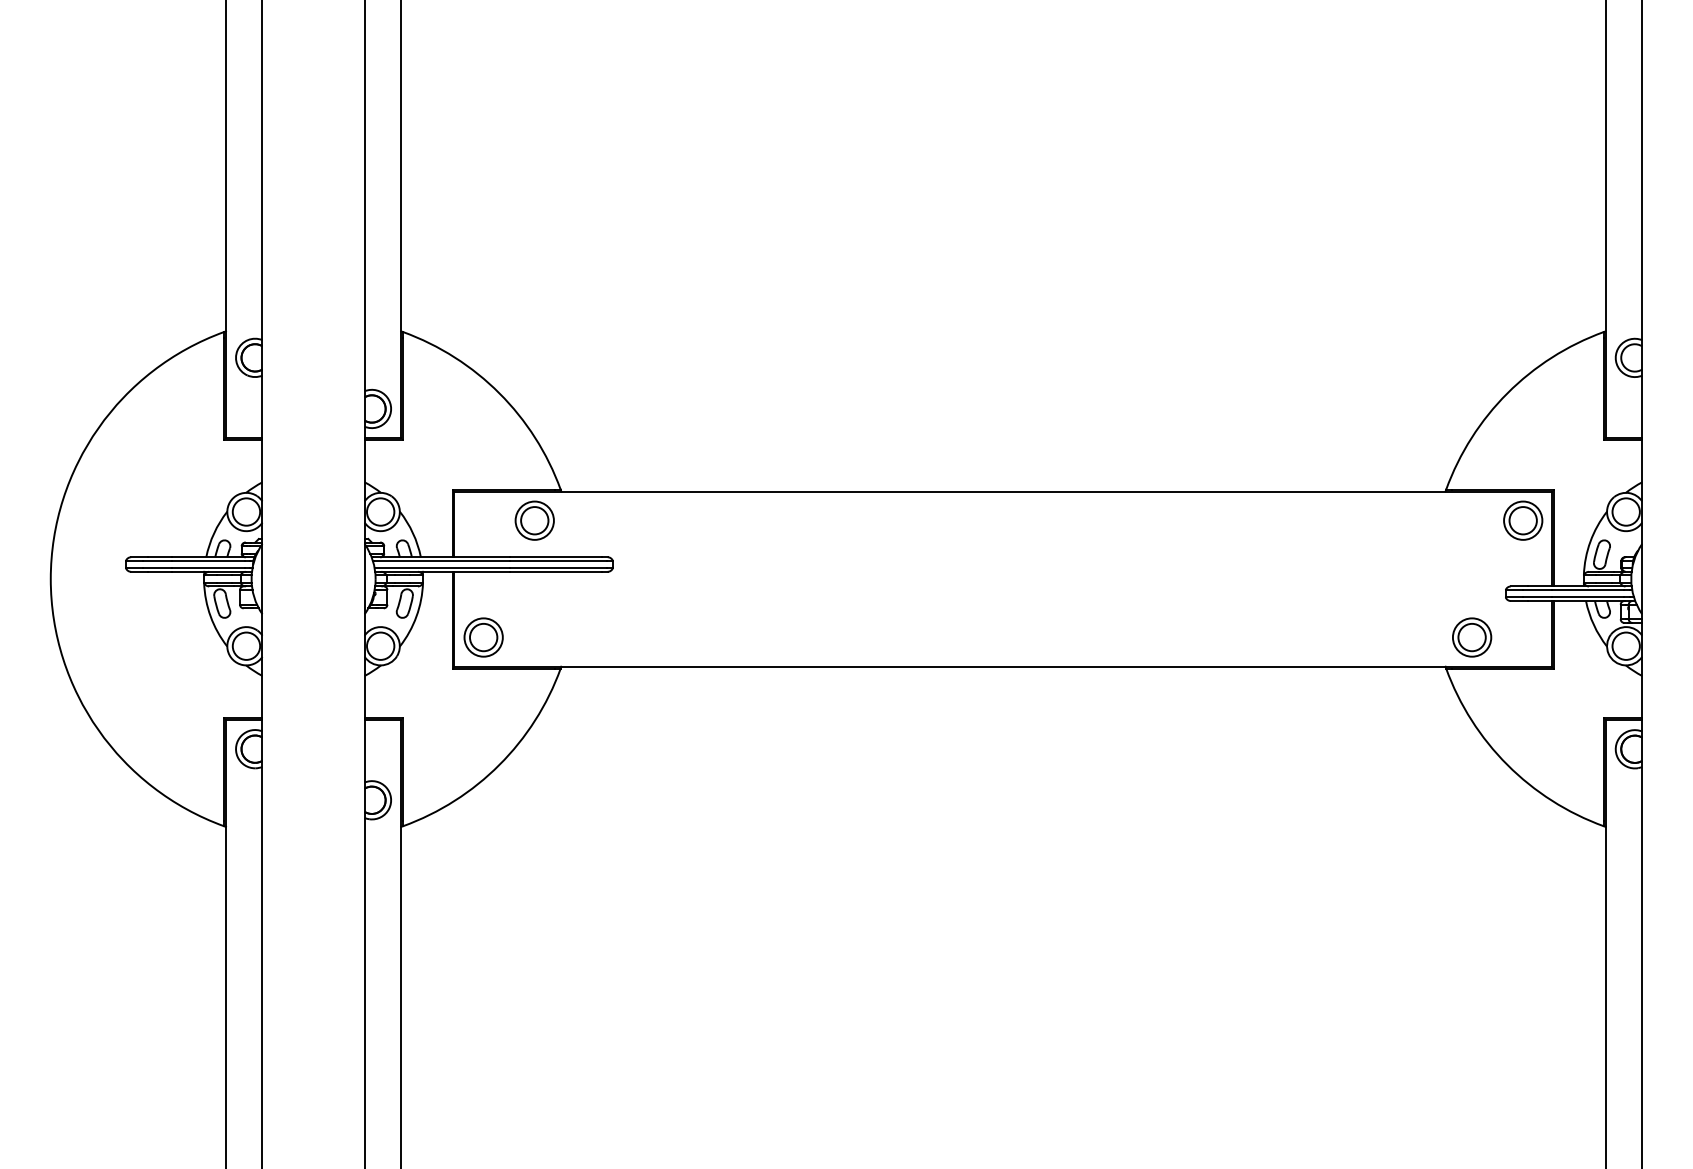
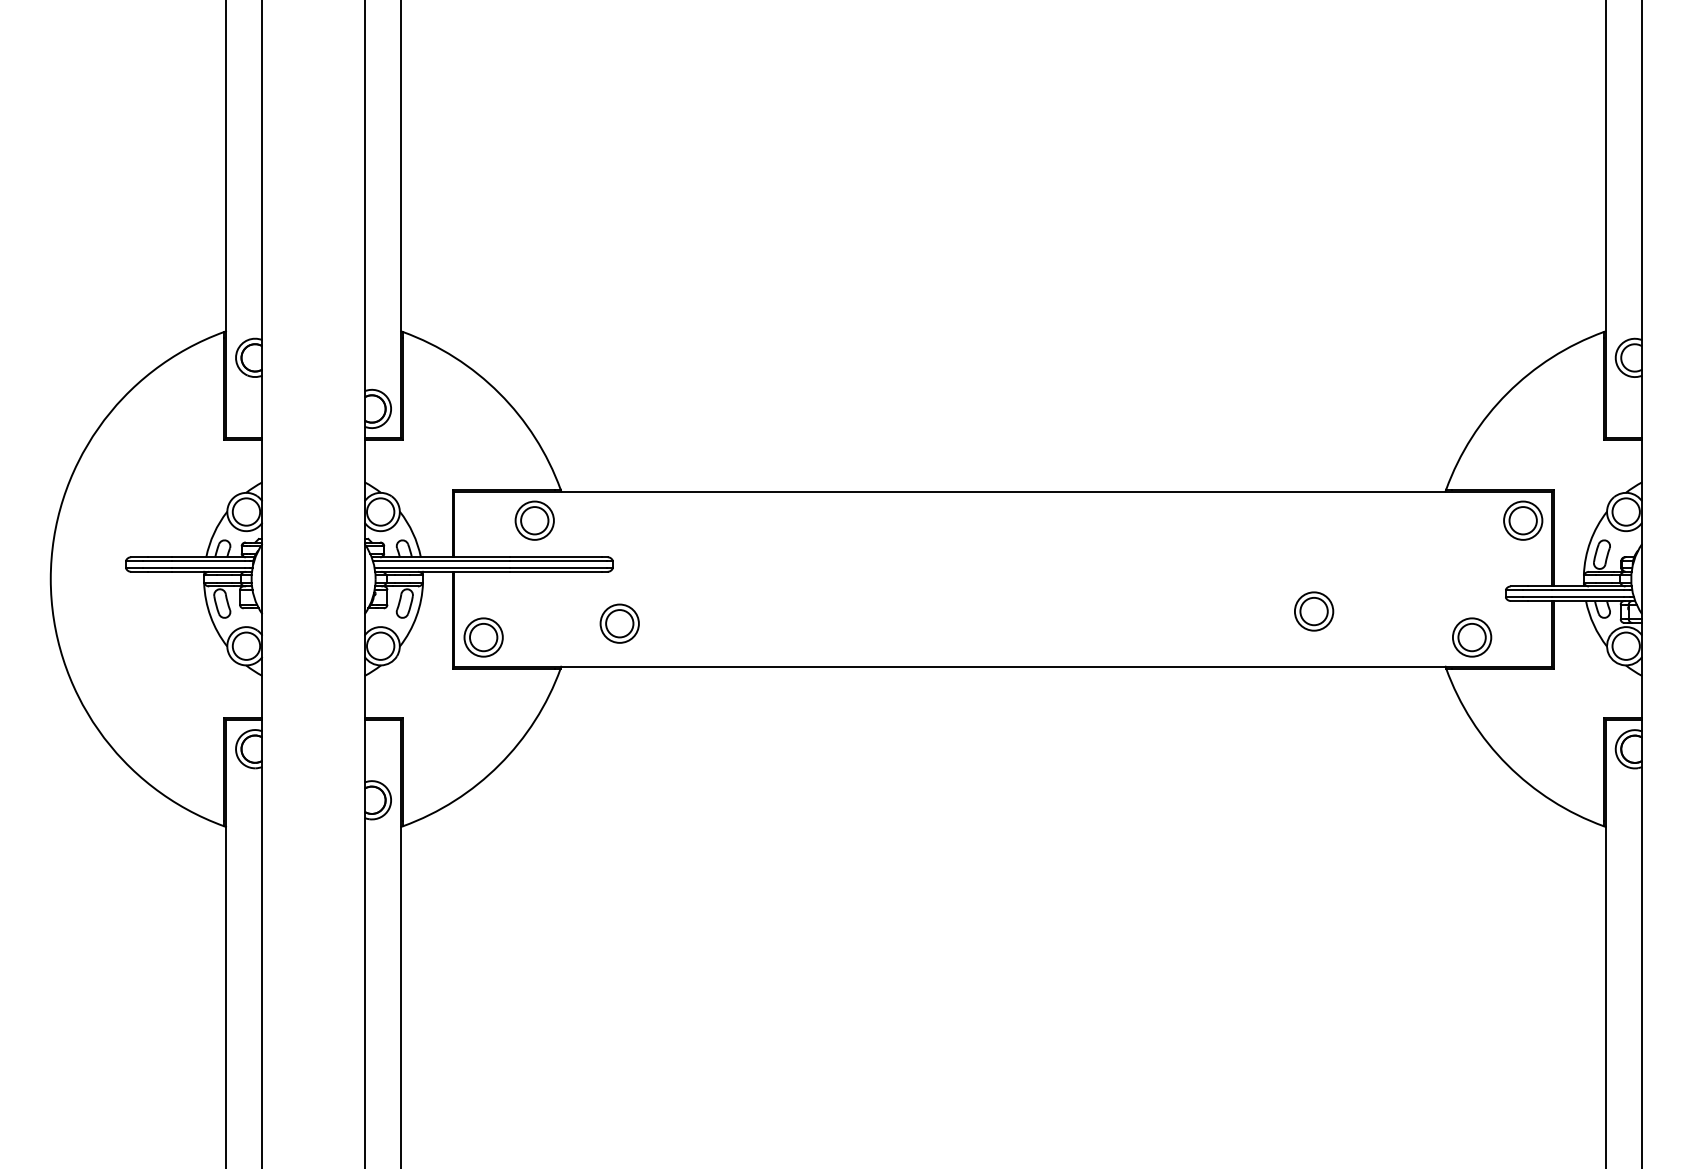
part at (1314, 611): none -> present
part at (619, 623): none -> present
